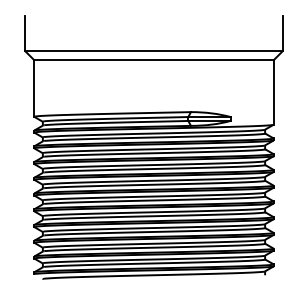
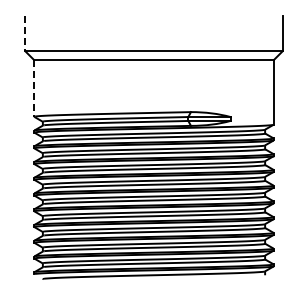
line at (25, 33): solid -> dashed
line at (34, 88): solid -> dashed
